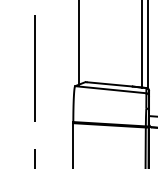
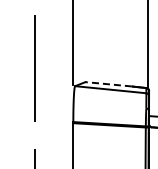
line at (79, 43) position: (79, 43) -> (73, 43)
line at (142, 44): present -> none
line at (109, 84): solid -> dashed
